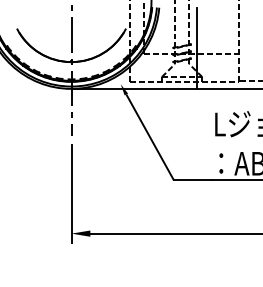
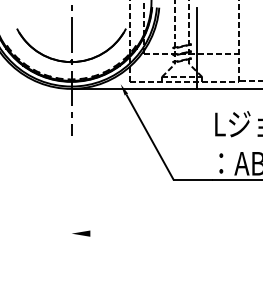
line at (71, 194): present -> none
line at (174, 233): present -> none
